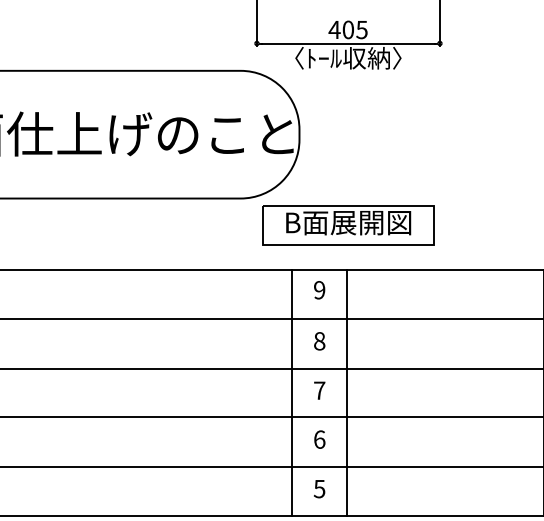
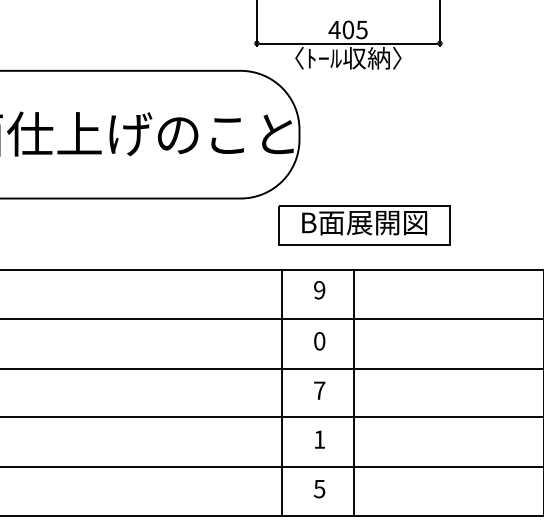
part at (348, 225) position: (348, 225) -> (364, 225)
text at (319, 341): 8 -> 0
line at (292, 393) position: (292, 393) -> (282, 393)
line at (347, 393) position: (347, 393) -> (354, 393)
text at (319, 439): 6 -> 1
